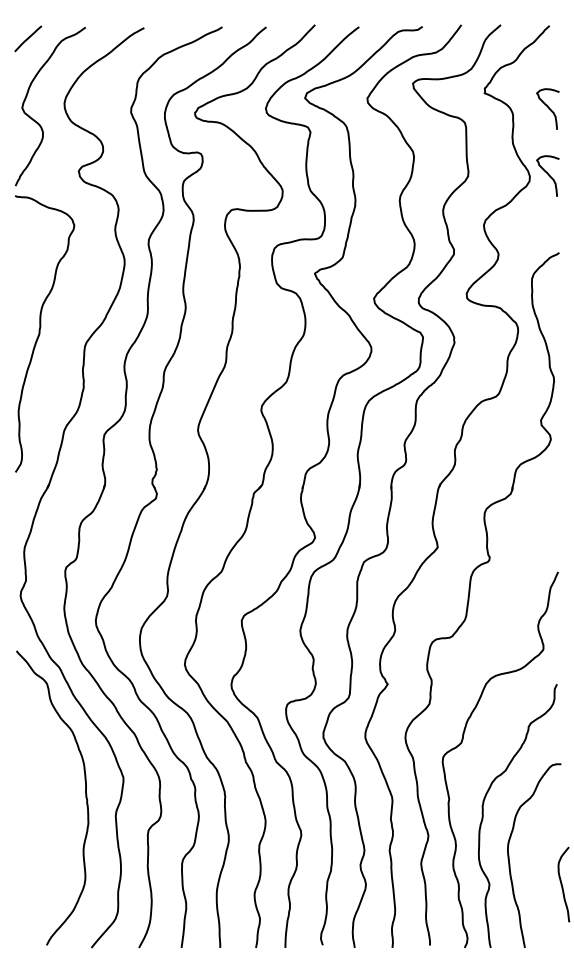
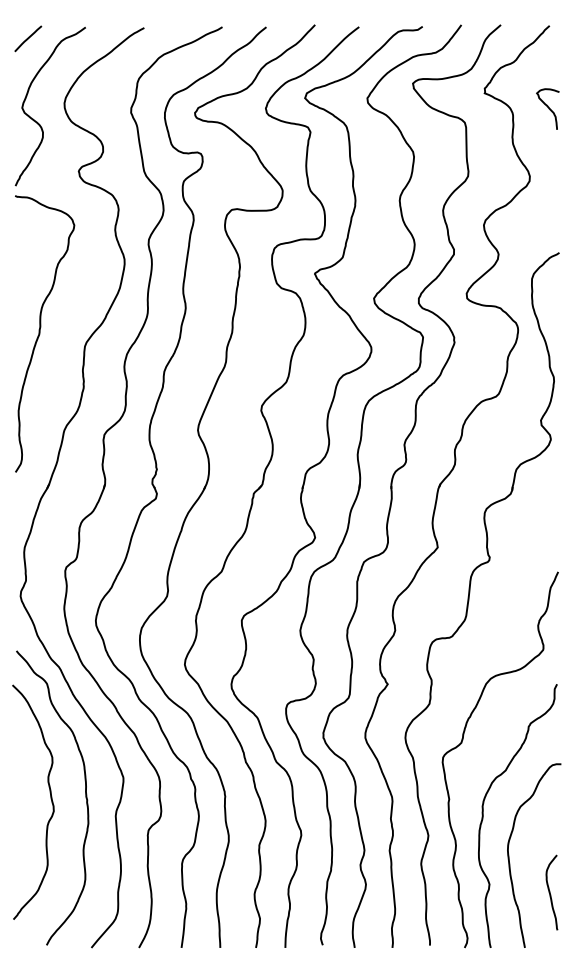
curve at (547, 174): present -> none
curve at (50, 799): none -> present
curve at (562, 884) position: (562, 884) -> (550, 892)
